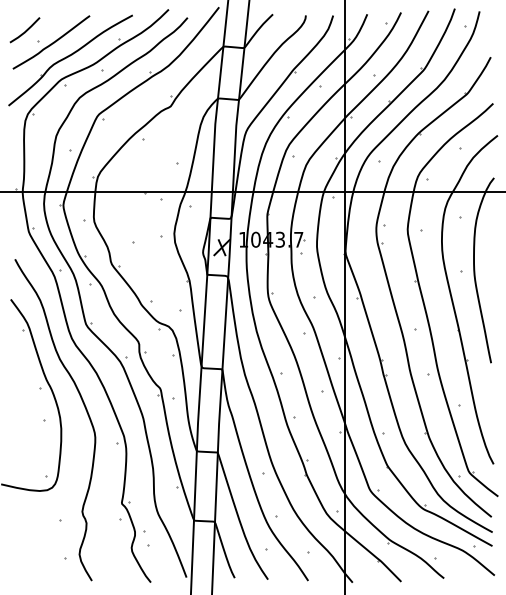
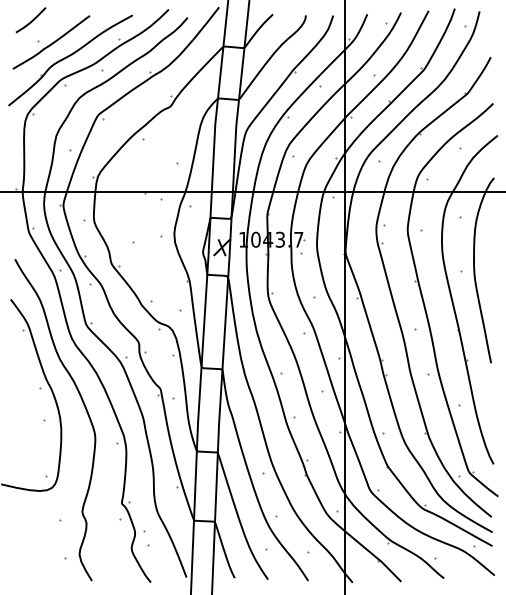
line at (25, 30) position: (25, 30) -> (31, 20)
